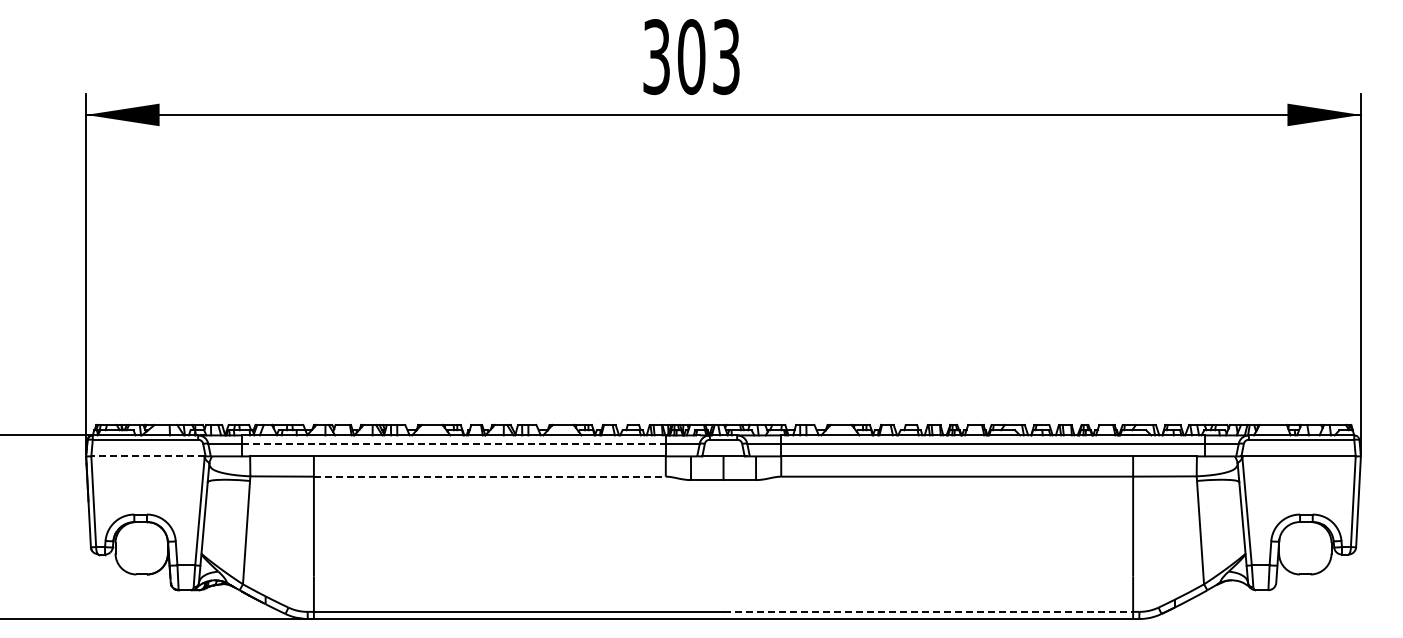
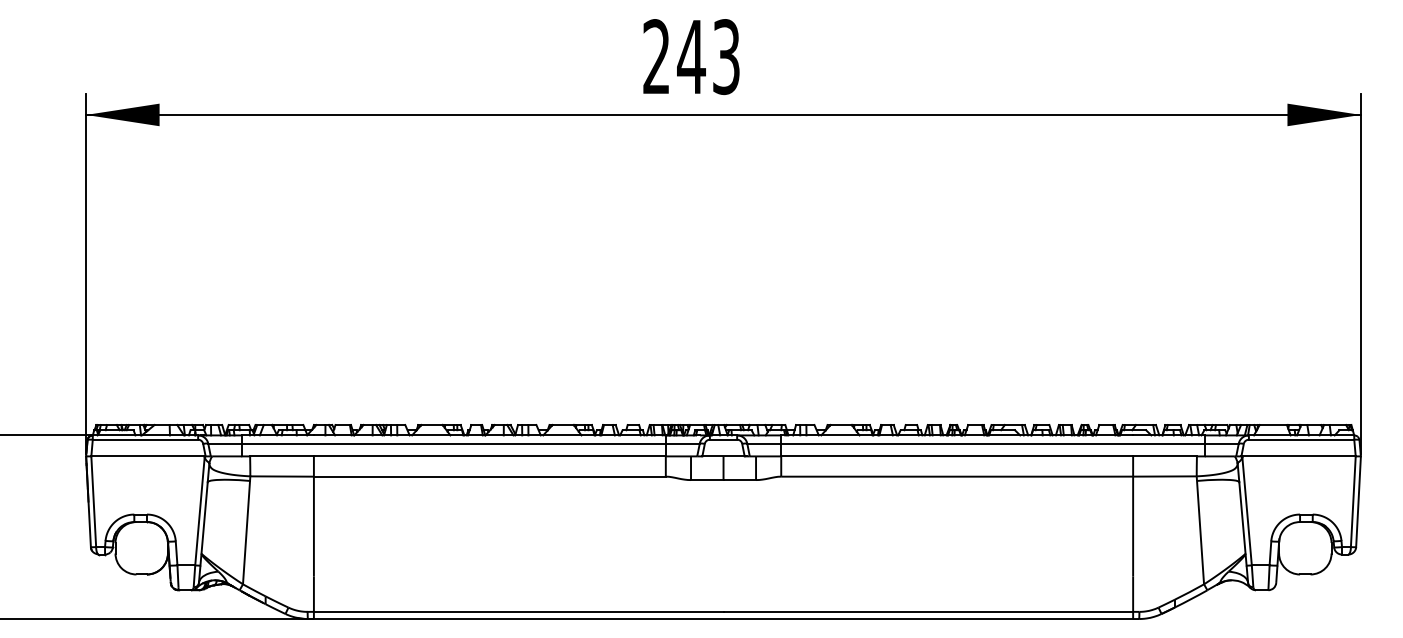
text at (674, 57): 303 -> 243
line at (454, 443): dashed -> solid
line at (148, 456): dashed -> solid
line at (489, 476): dashed -> solid
line at (928, 611): dashed -> solid
